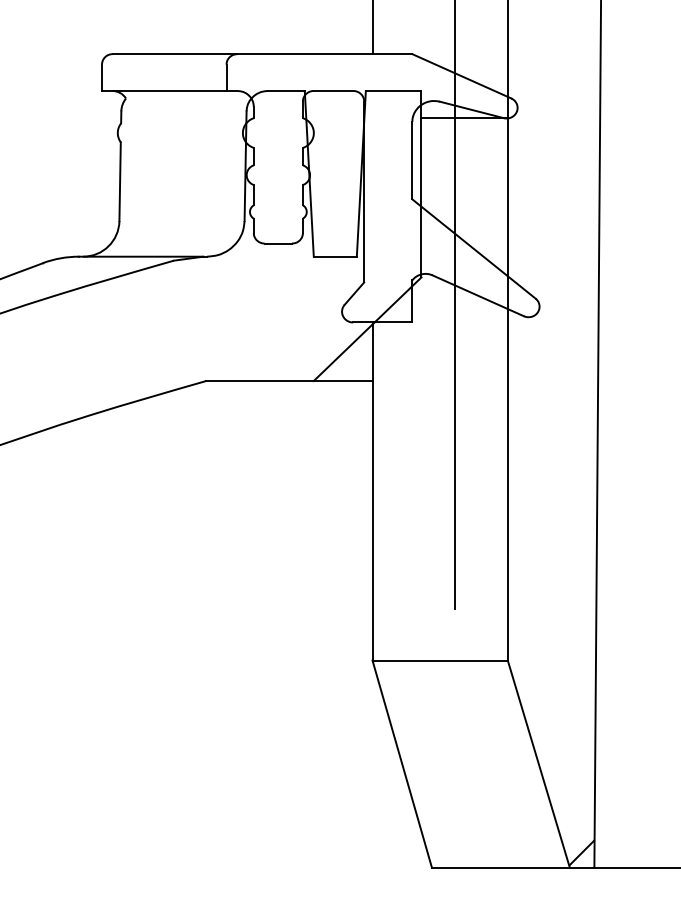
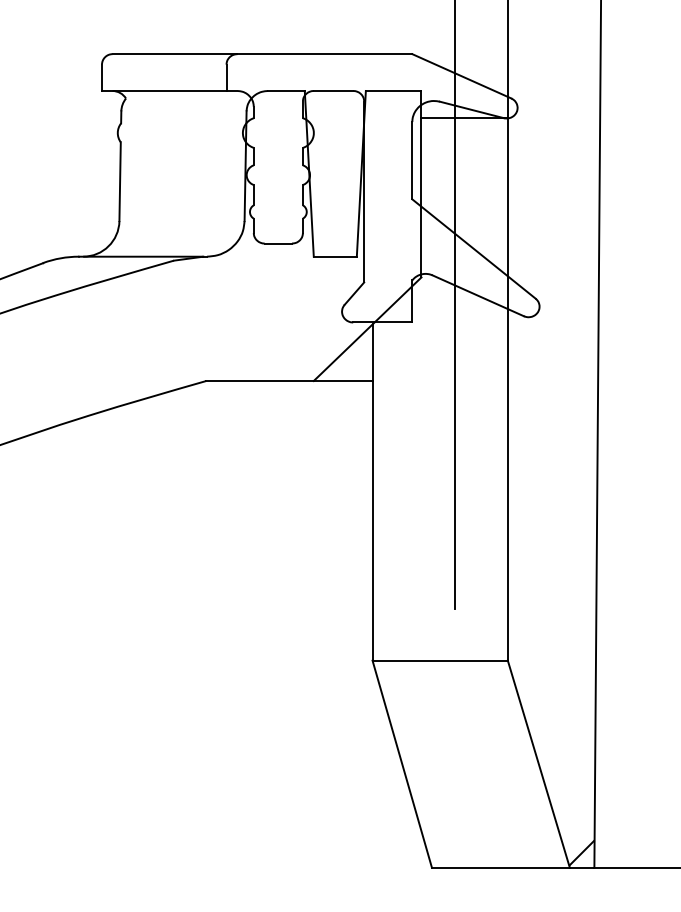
line at (372, 28): present -> none
